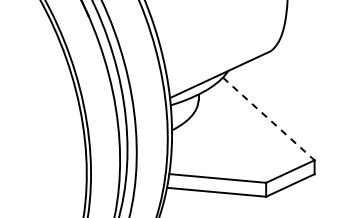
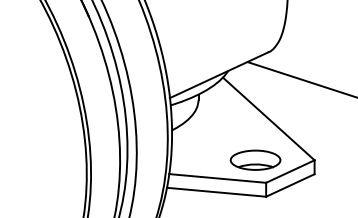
line at (300, 79): none -> present
line at (268, 118): dashed -> solid
part at (255, 159): none -> present
